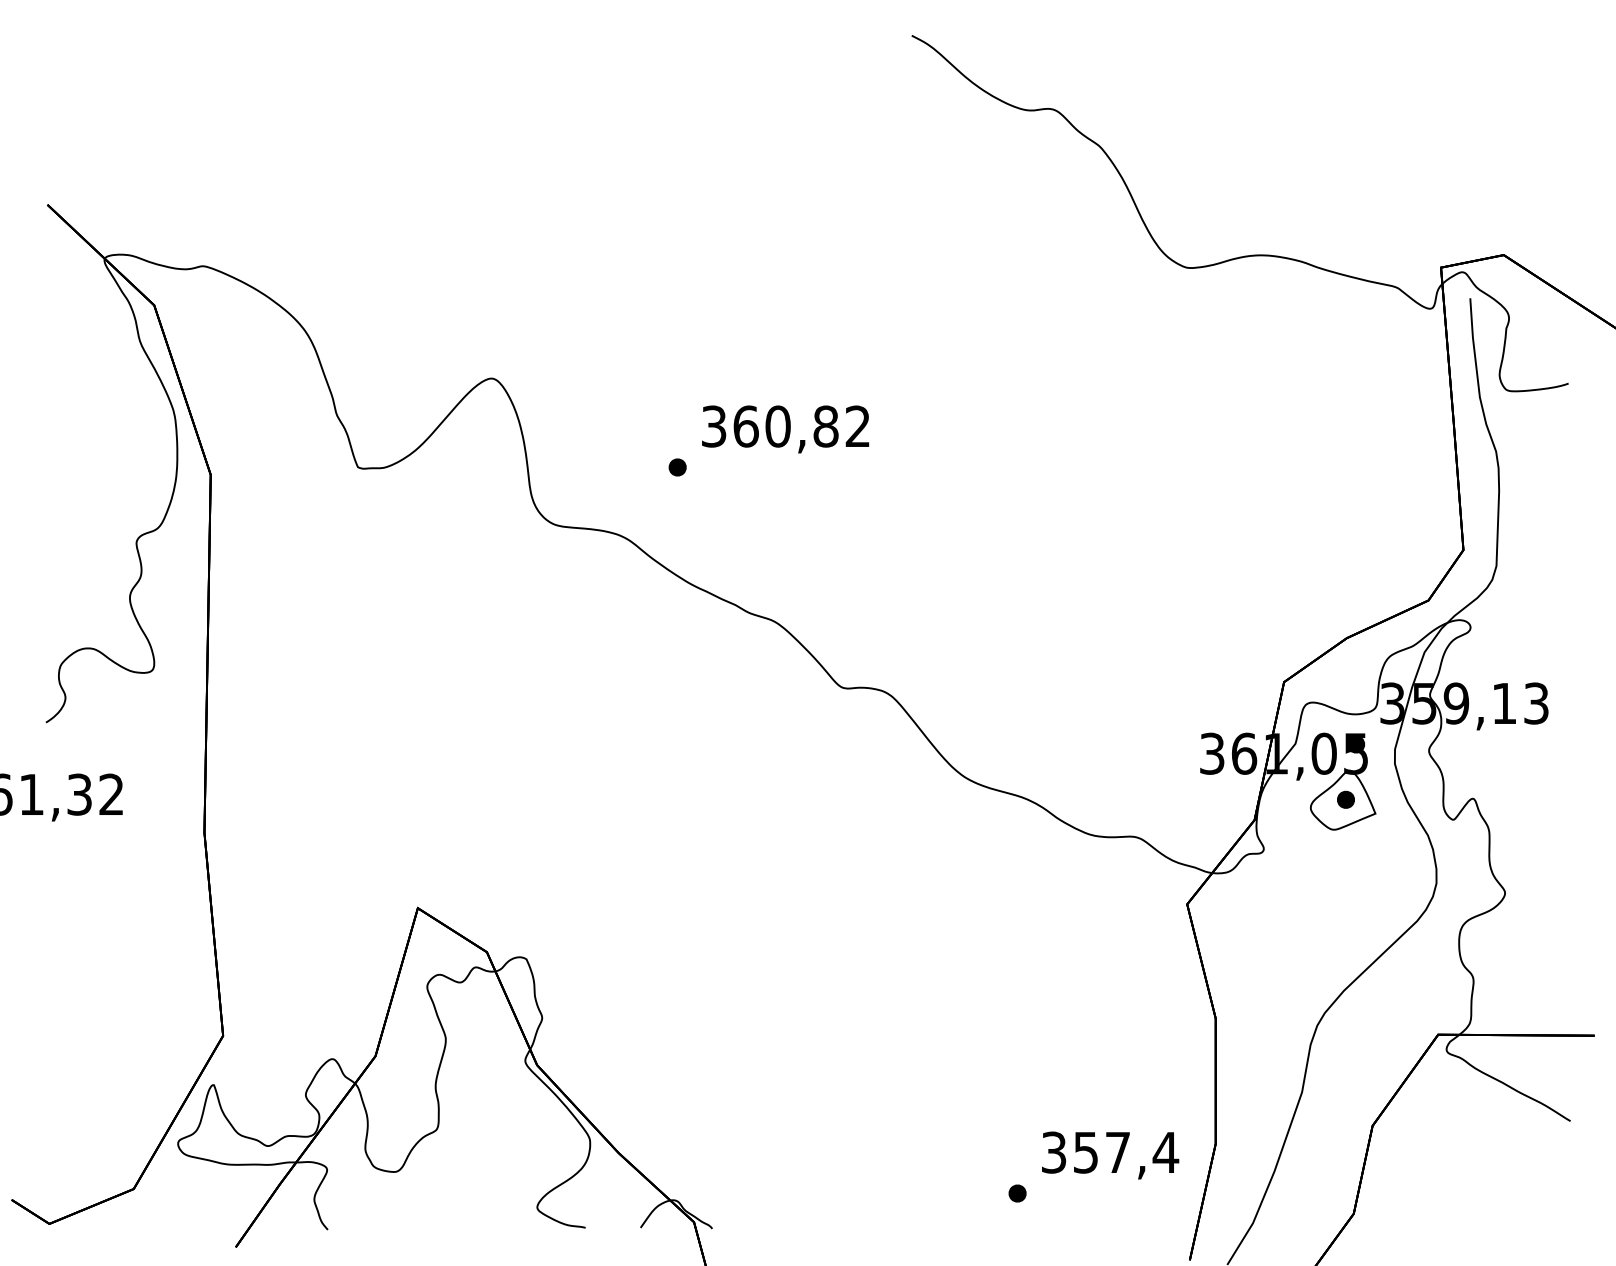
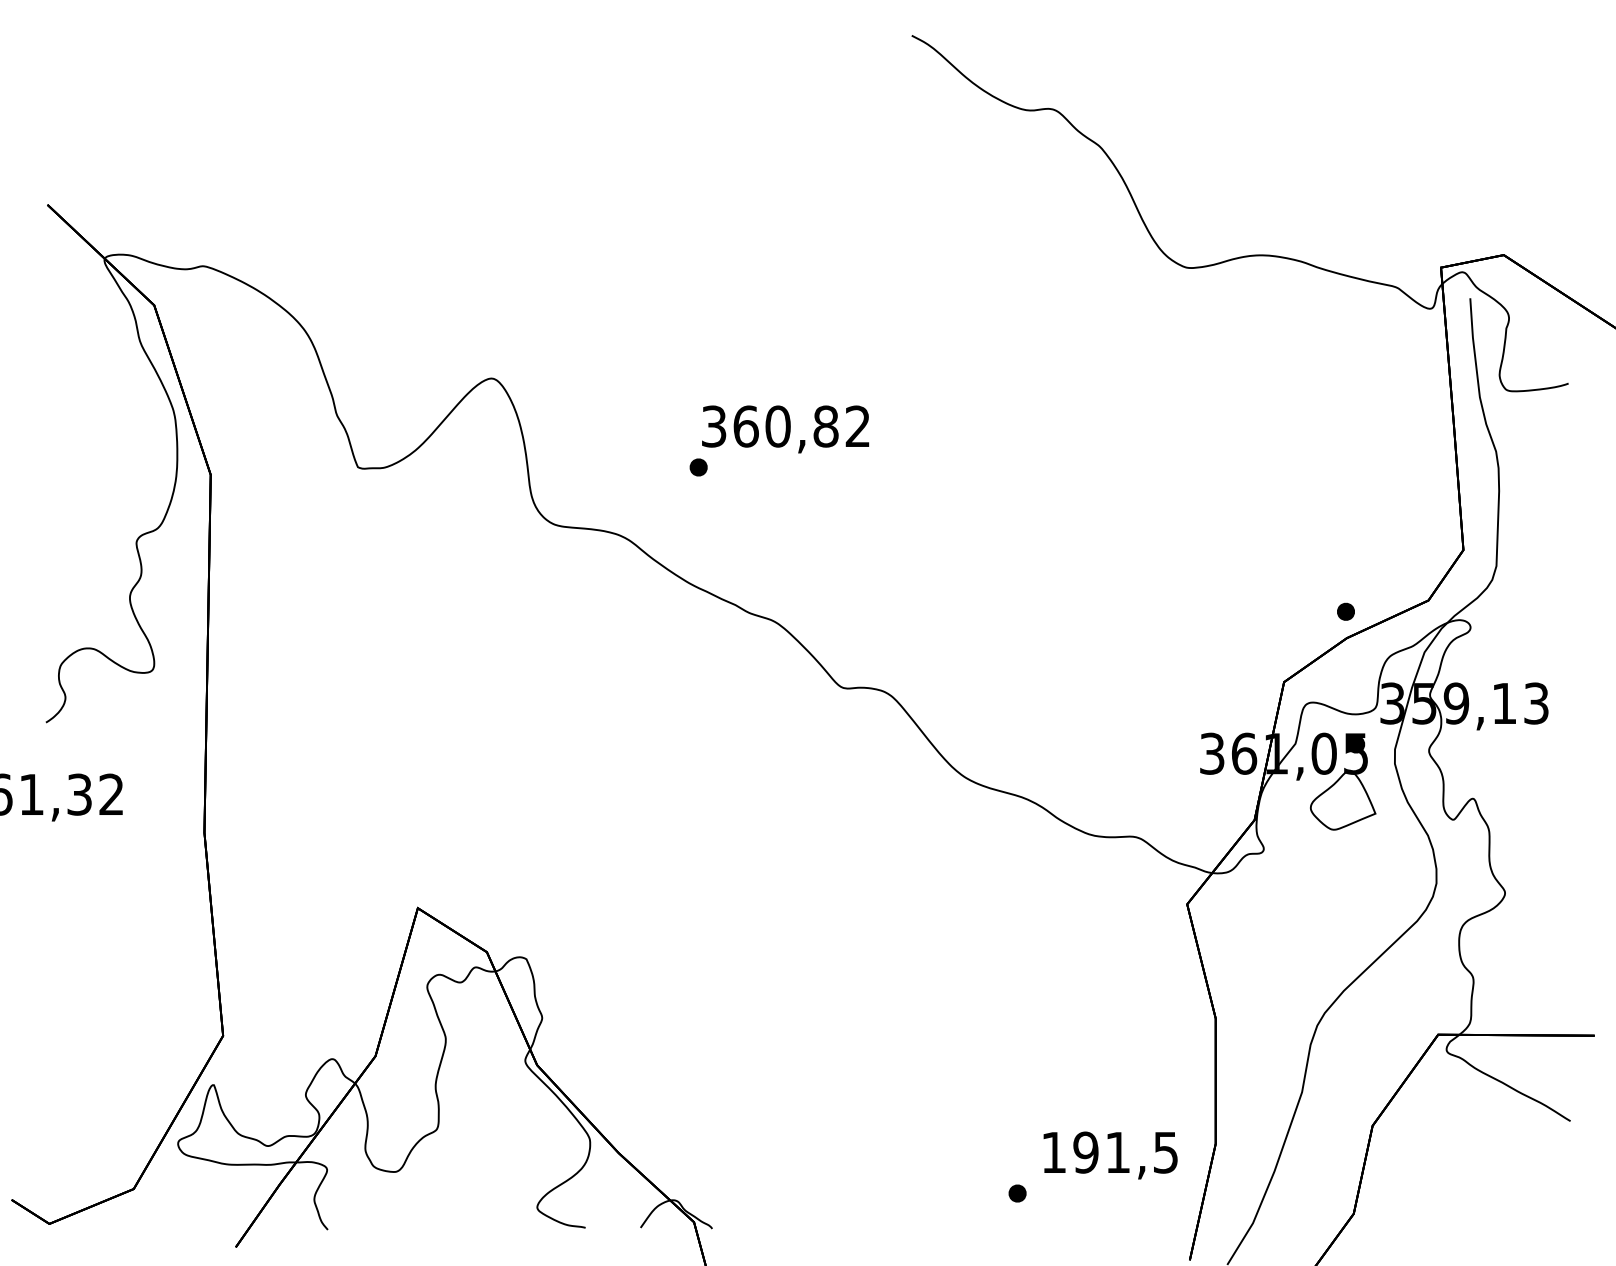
part at (677, 467) position: (677, 467) -> (698, 467)
part at (1345, 799) position: (1345, 799) -> (1345, 611)
text at (1110, 1152): 357,4 -> 191,5
